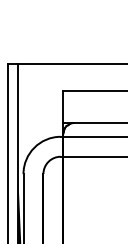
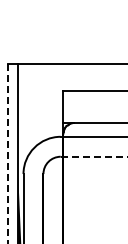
line at (7, 153): solid -> dashed
line at (94, 156): solid -> dashed
